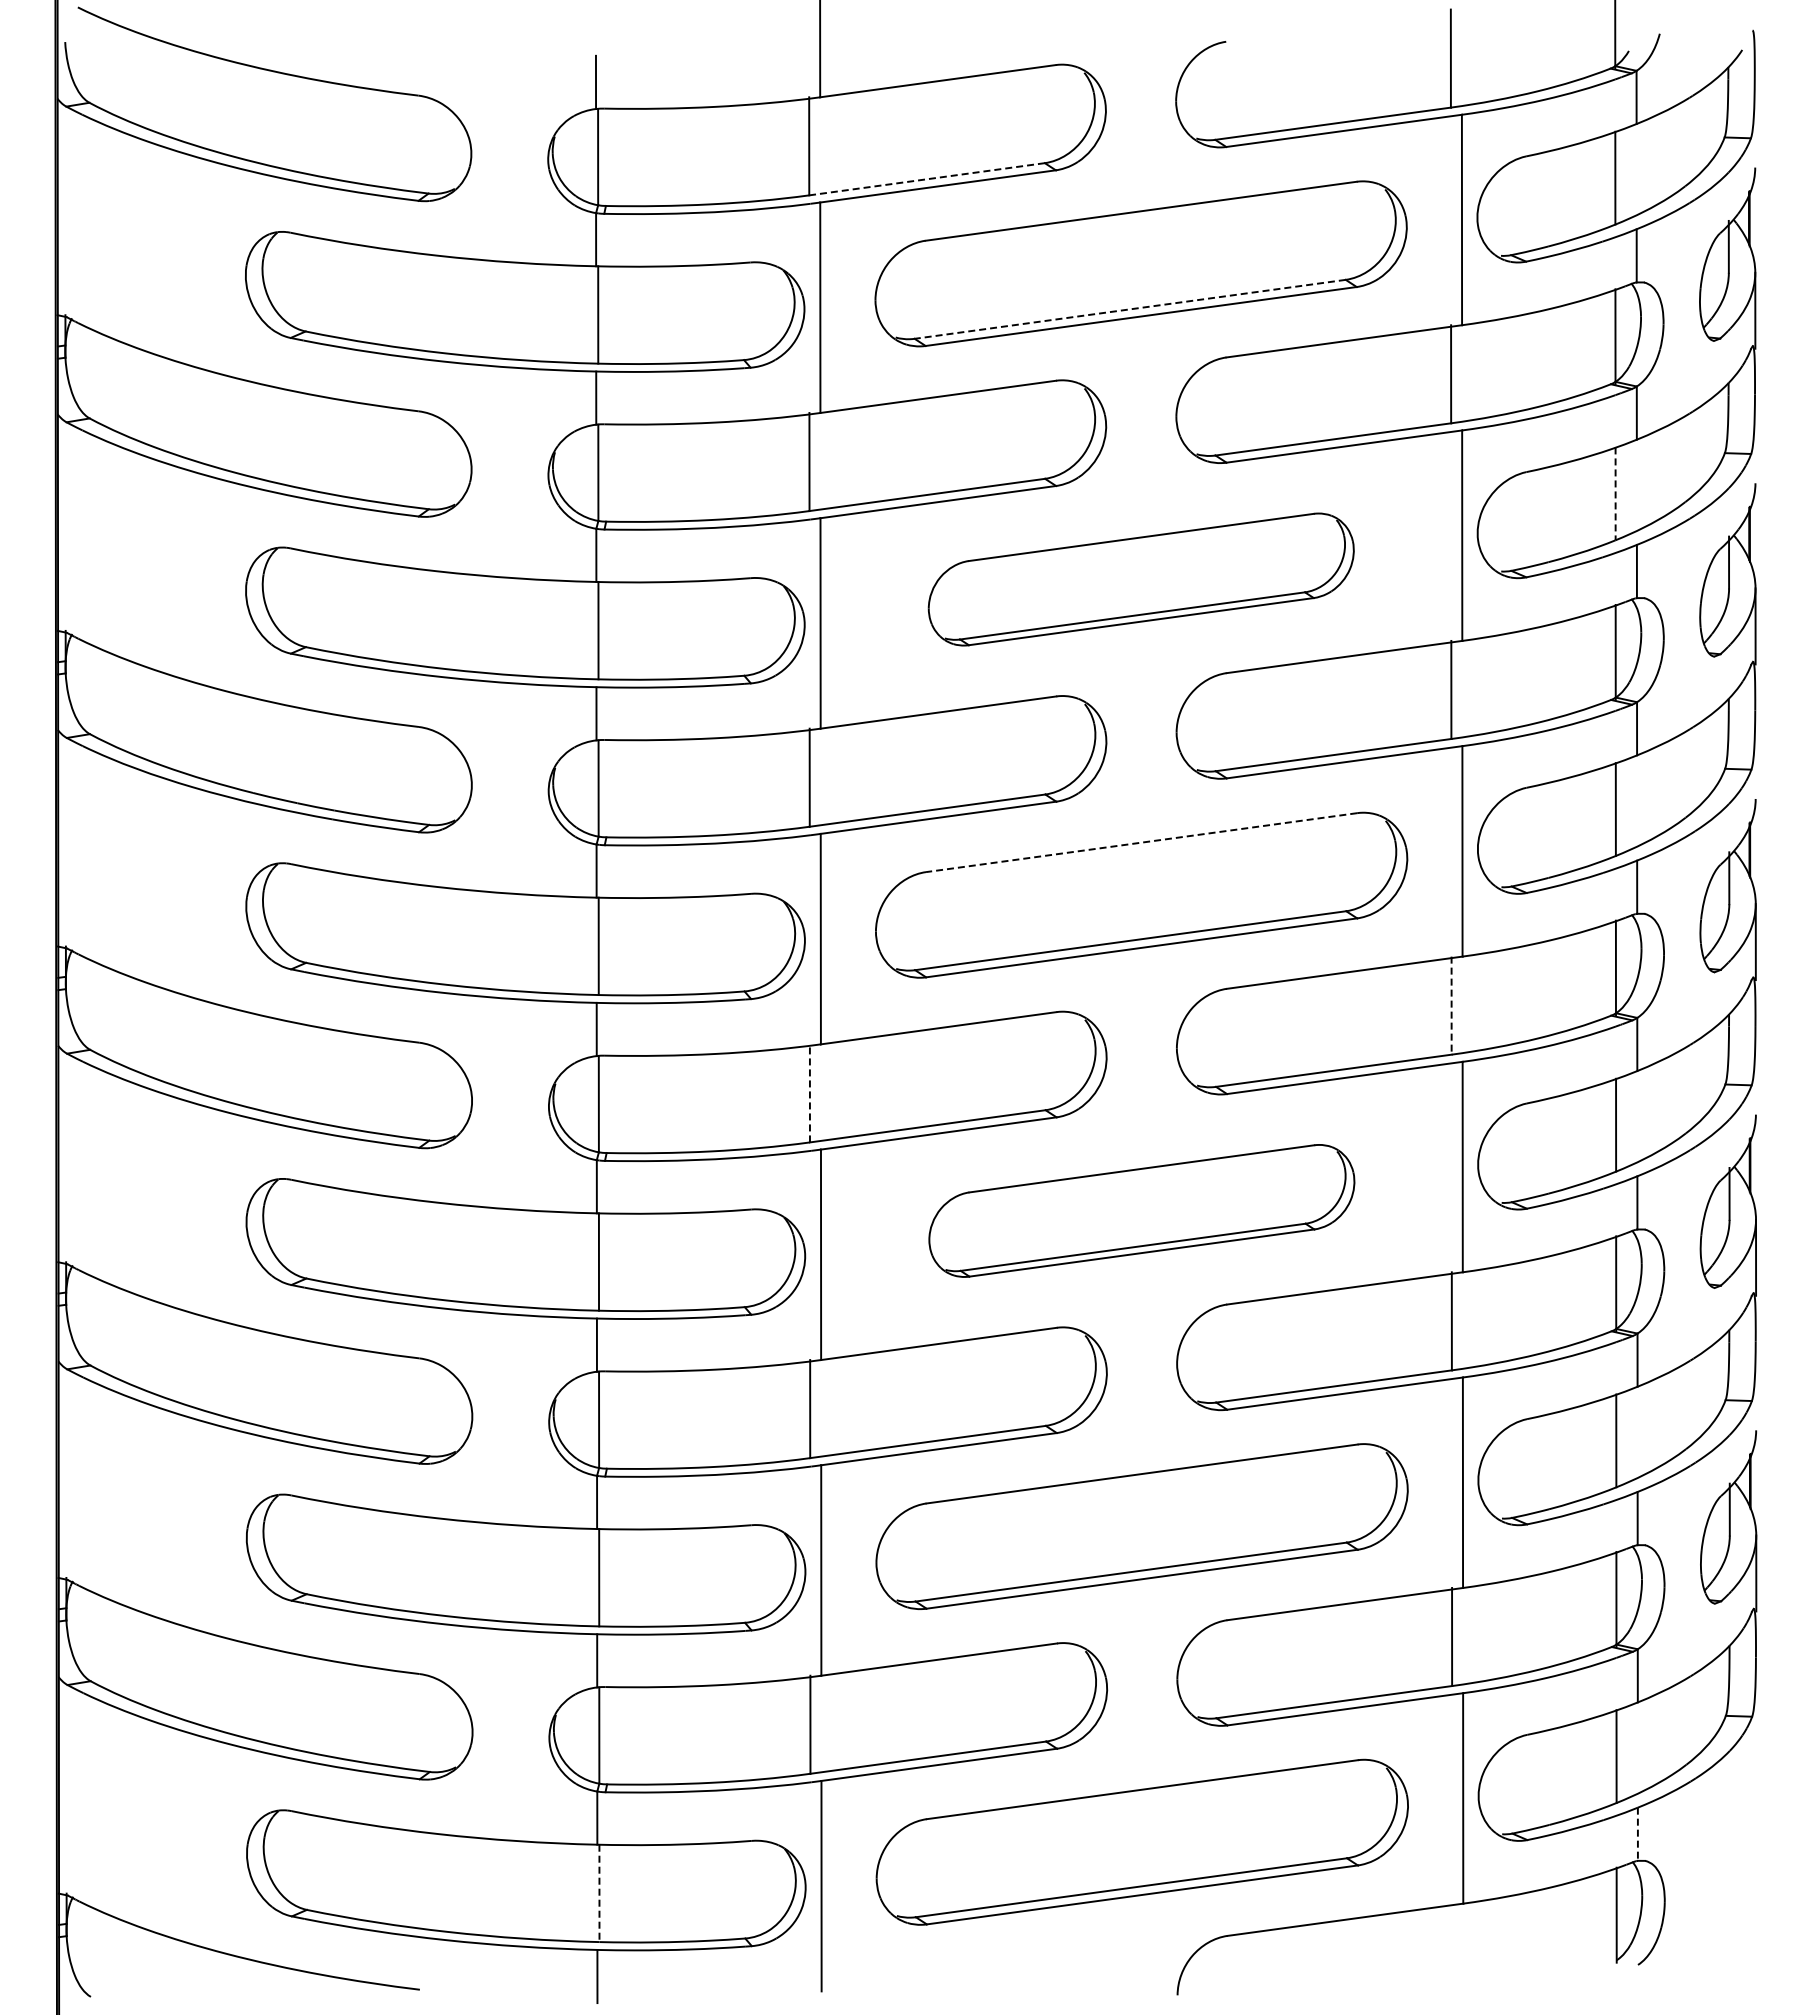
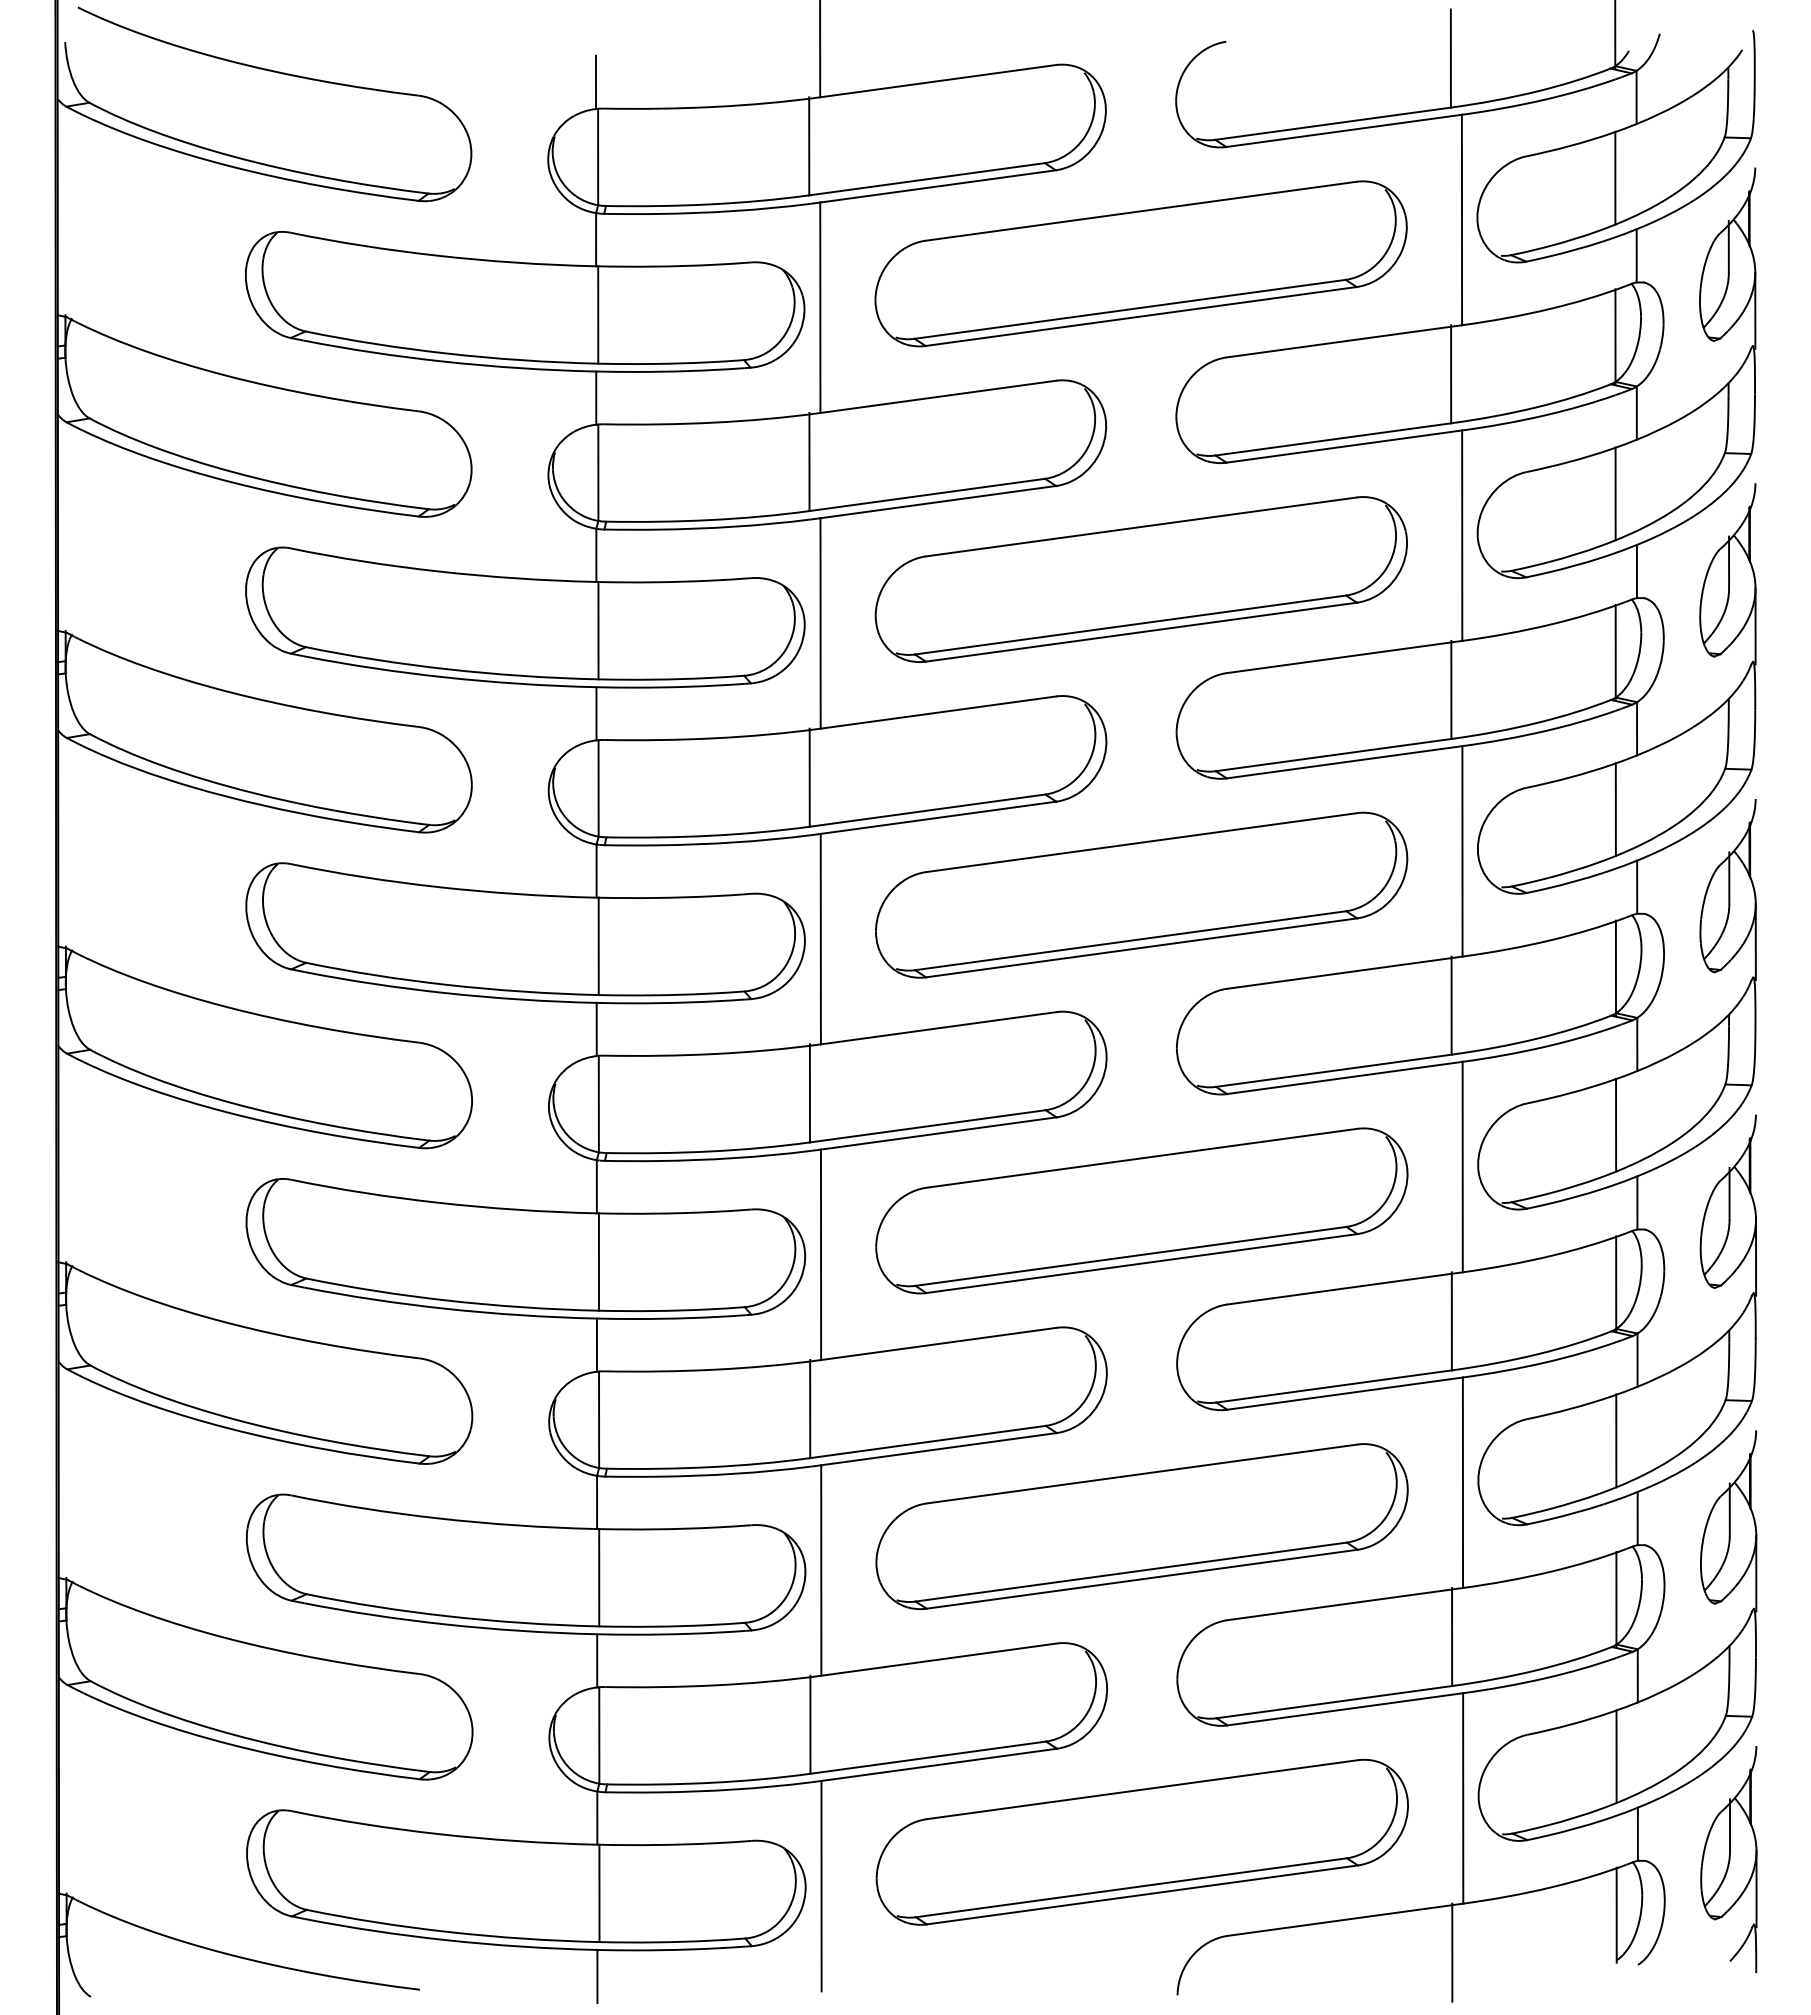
line at (927, 179): dashed -> solid
line at (1130, 309): dashed -> solid
line at (1615, 494): dashed -> solid
part at (1140, 579) size: 428x135 px -> 534x167 px
line at (1141, 842): dashed -> solid
line at (1451, 1006): dashed -> solid
line at (809, 1092): dashed -> solid
part at (1141, 1210) size: 428x134 px -> 534x168 px
line at (1637, 1834): dashed -> solid
part at (1728, 1859): none -> present
line at (599, 1893): dashed -> solid
line at (1452, 1952): none -> present
